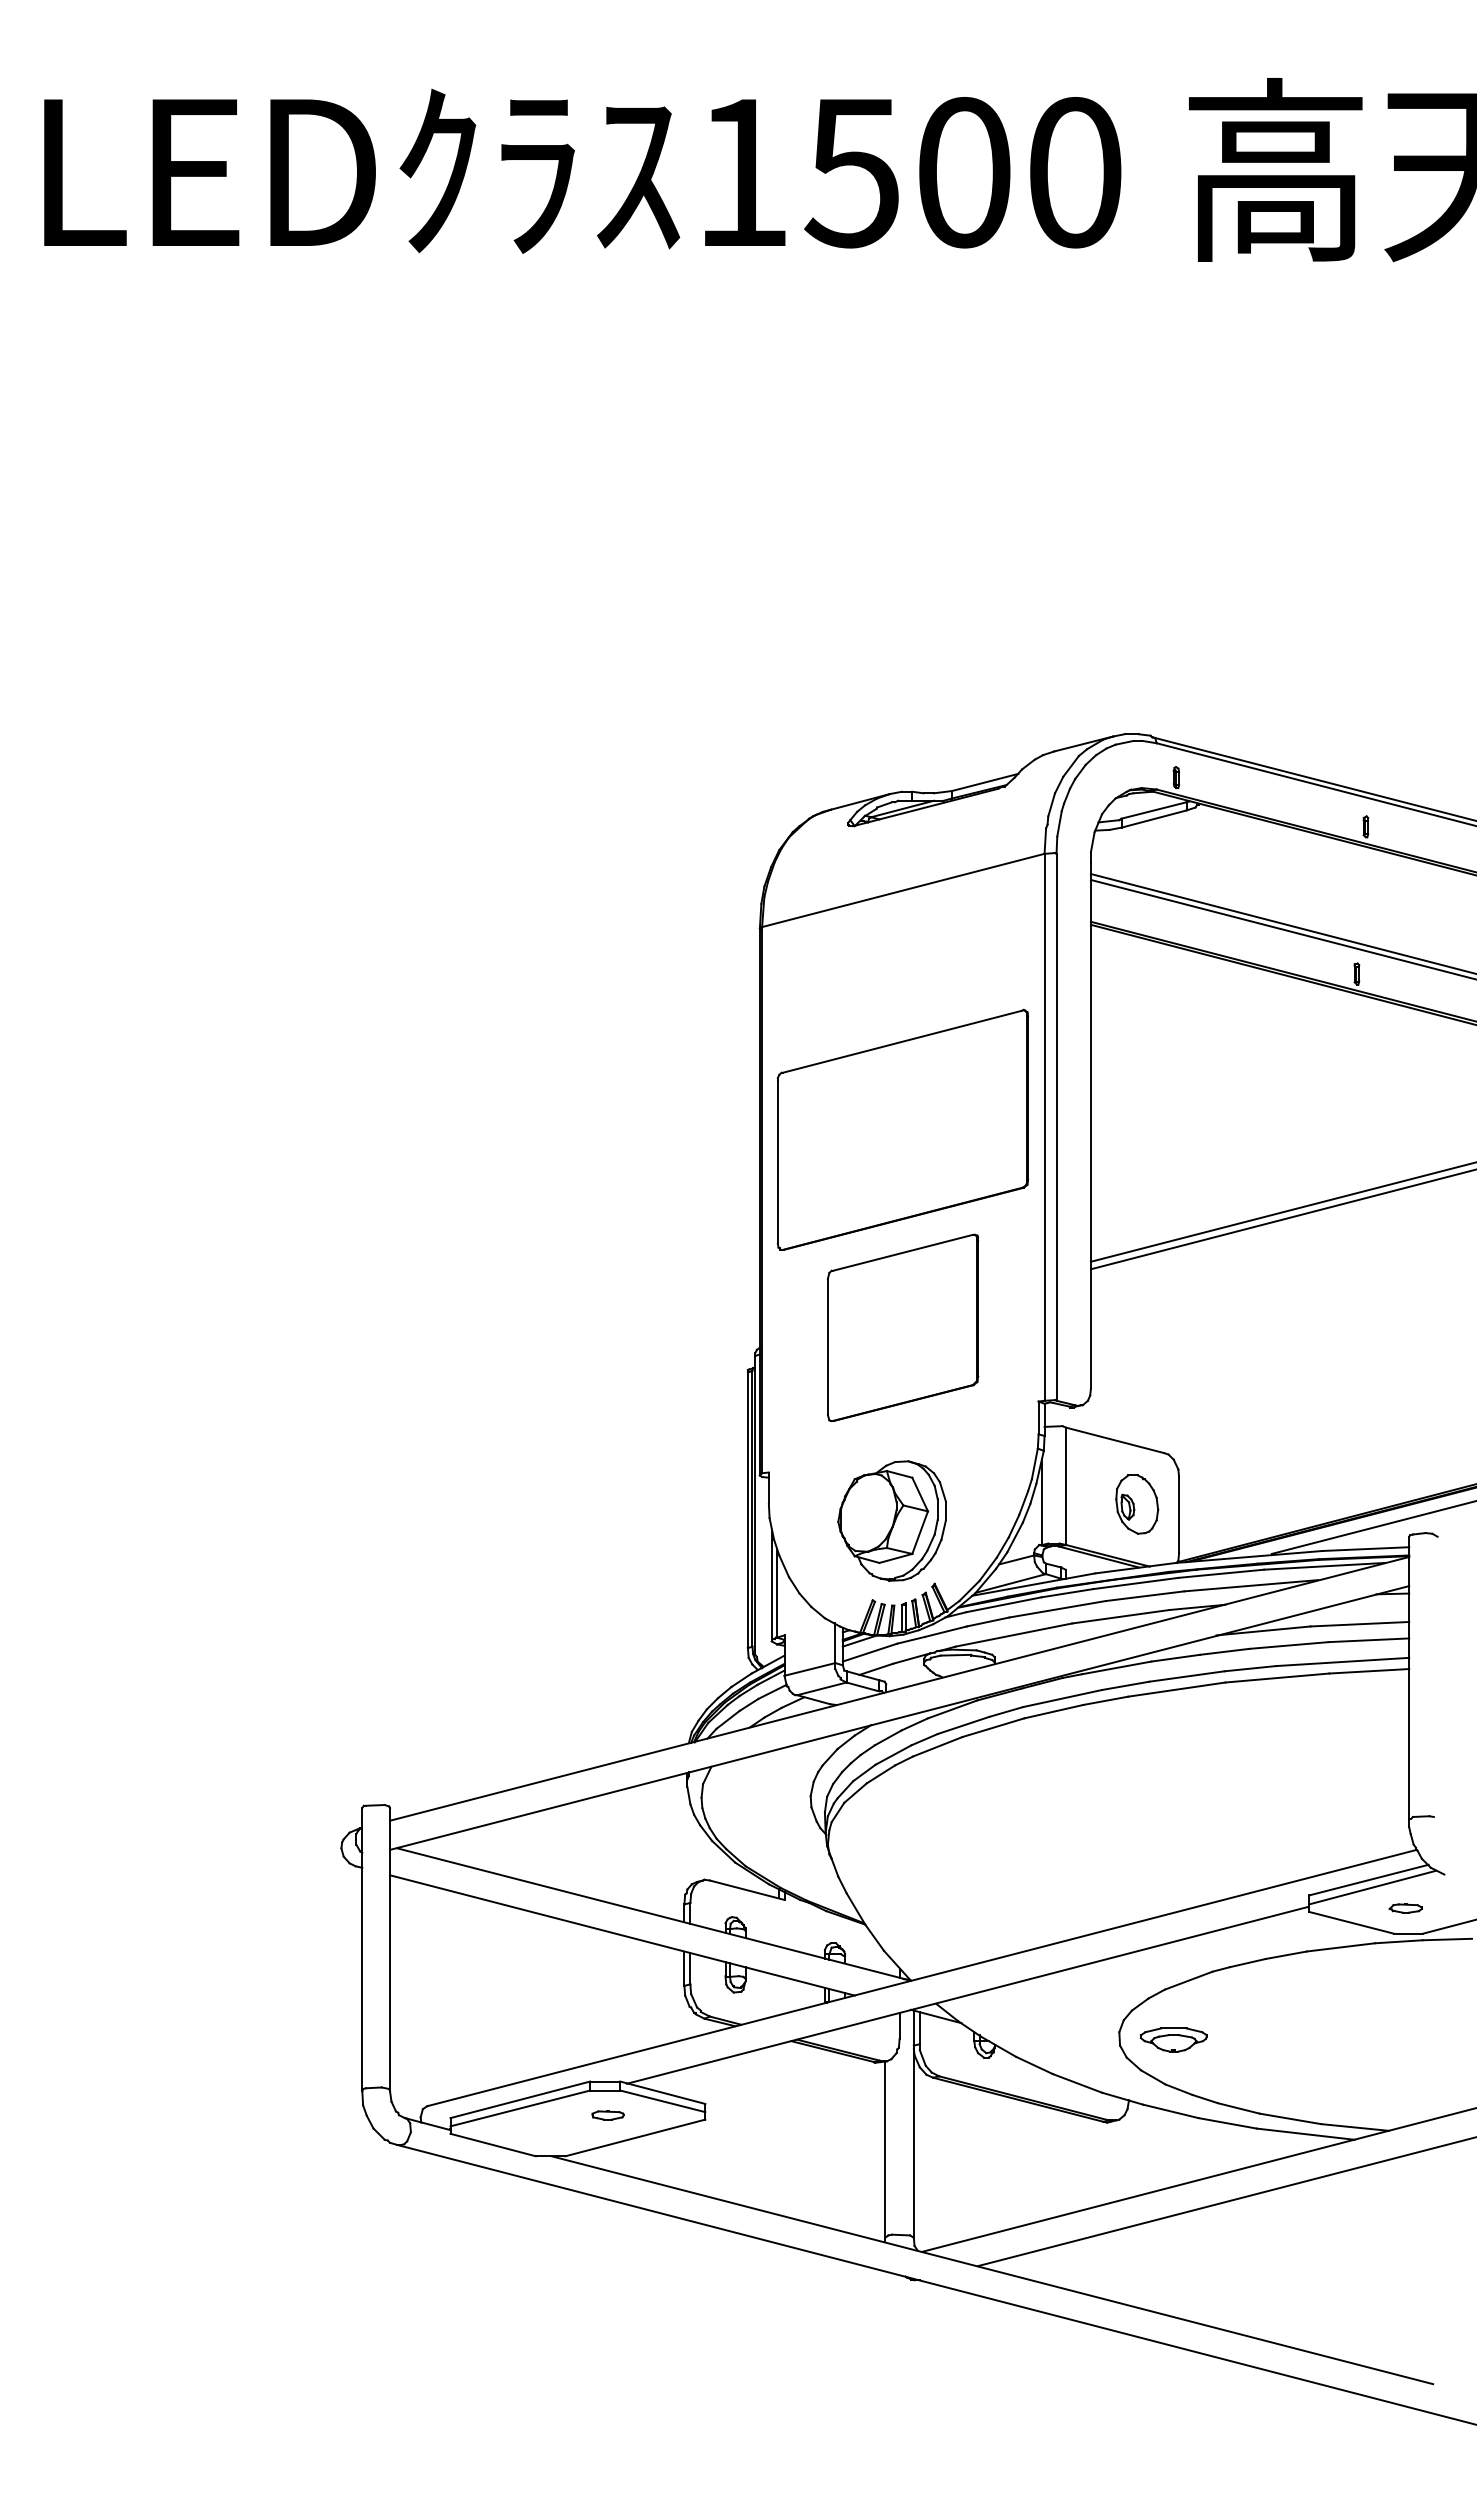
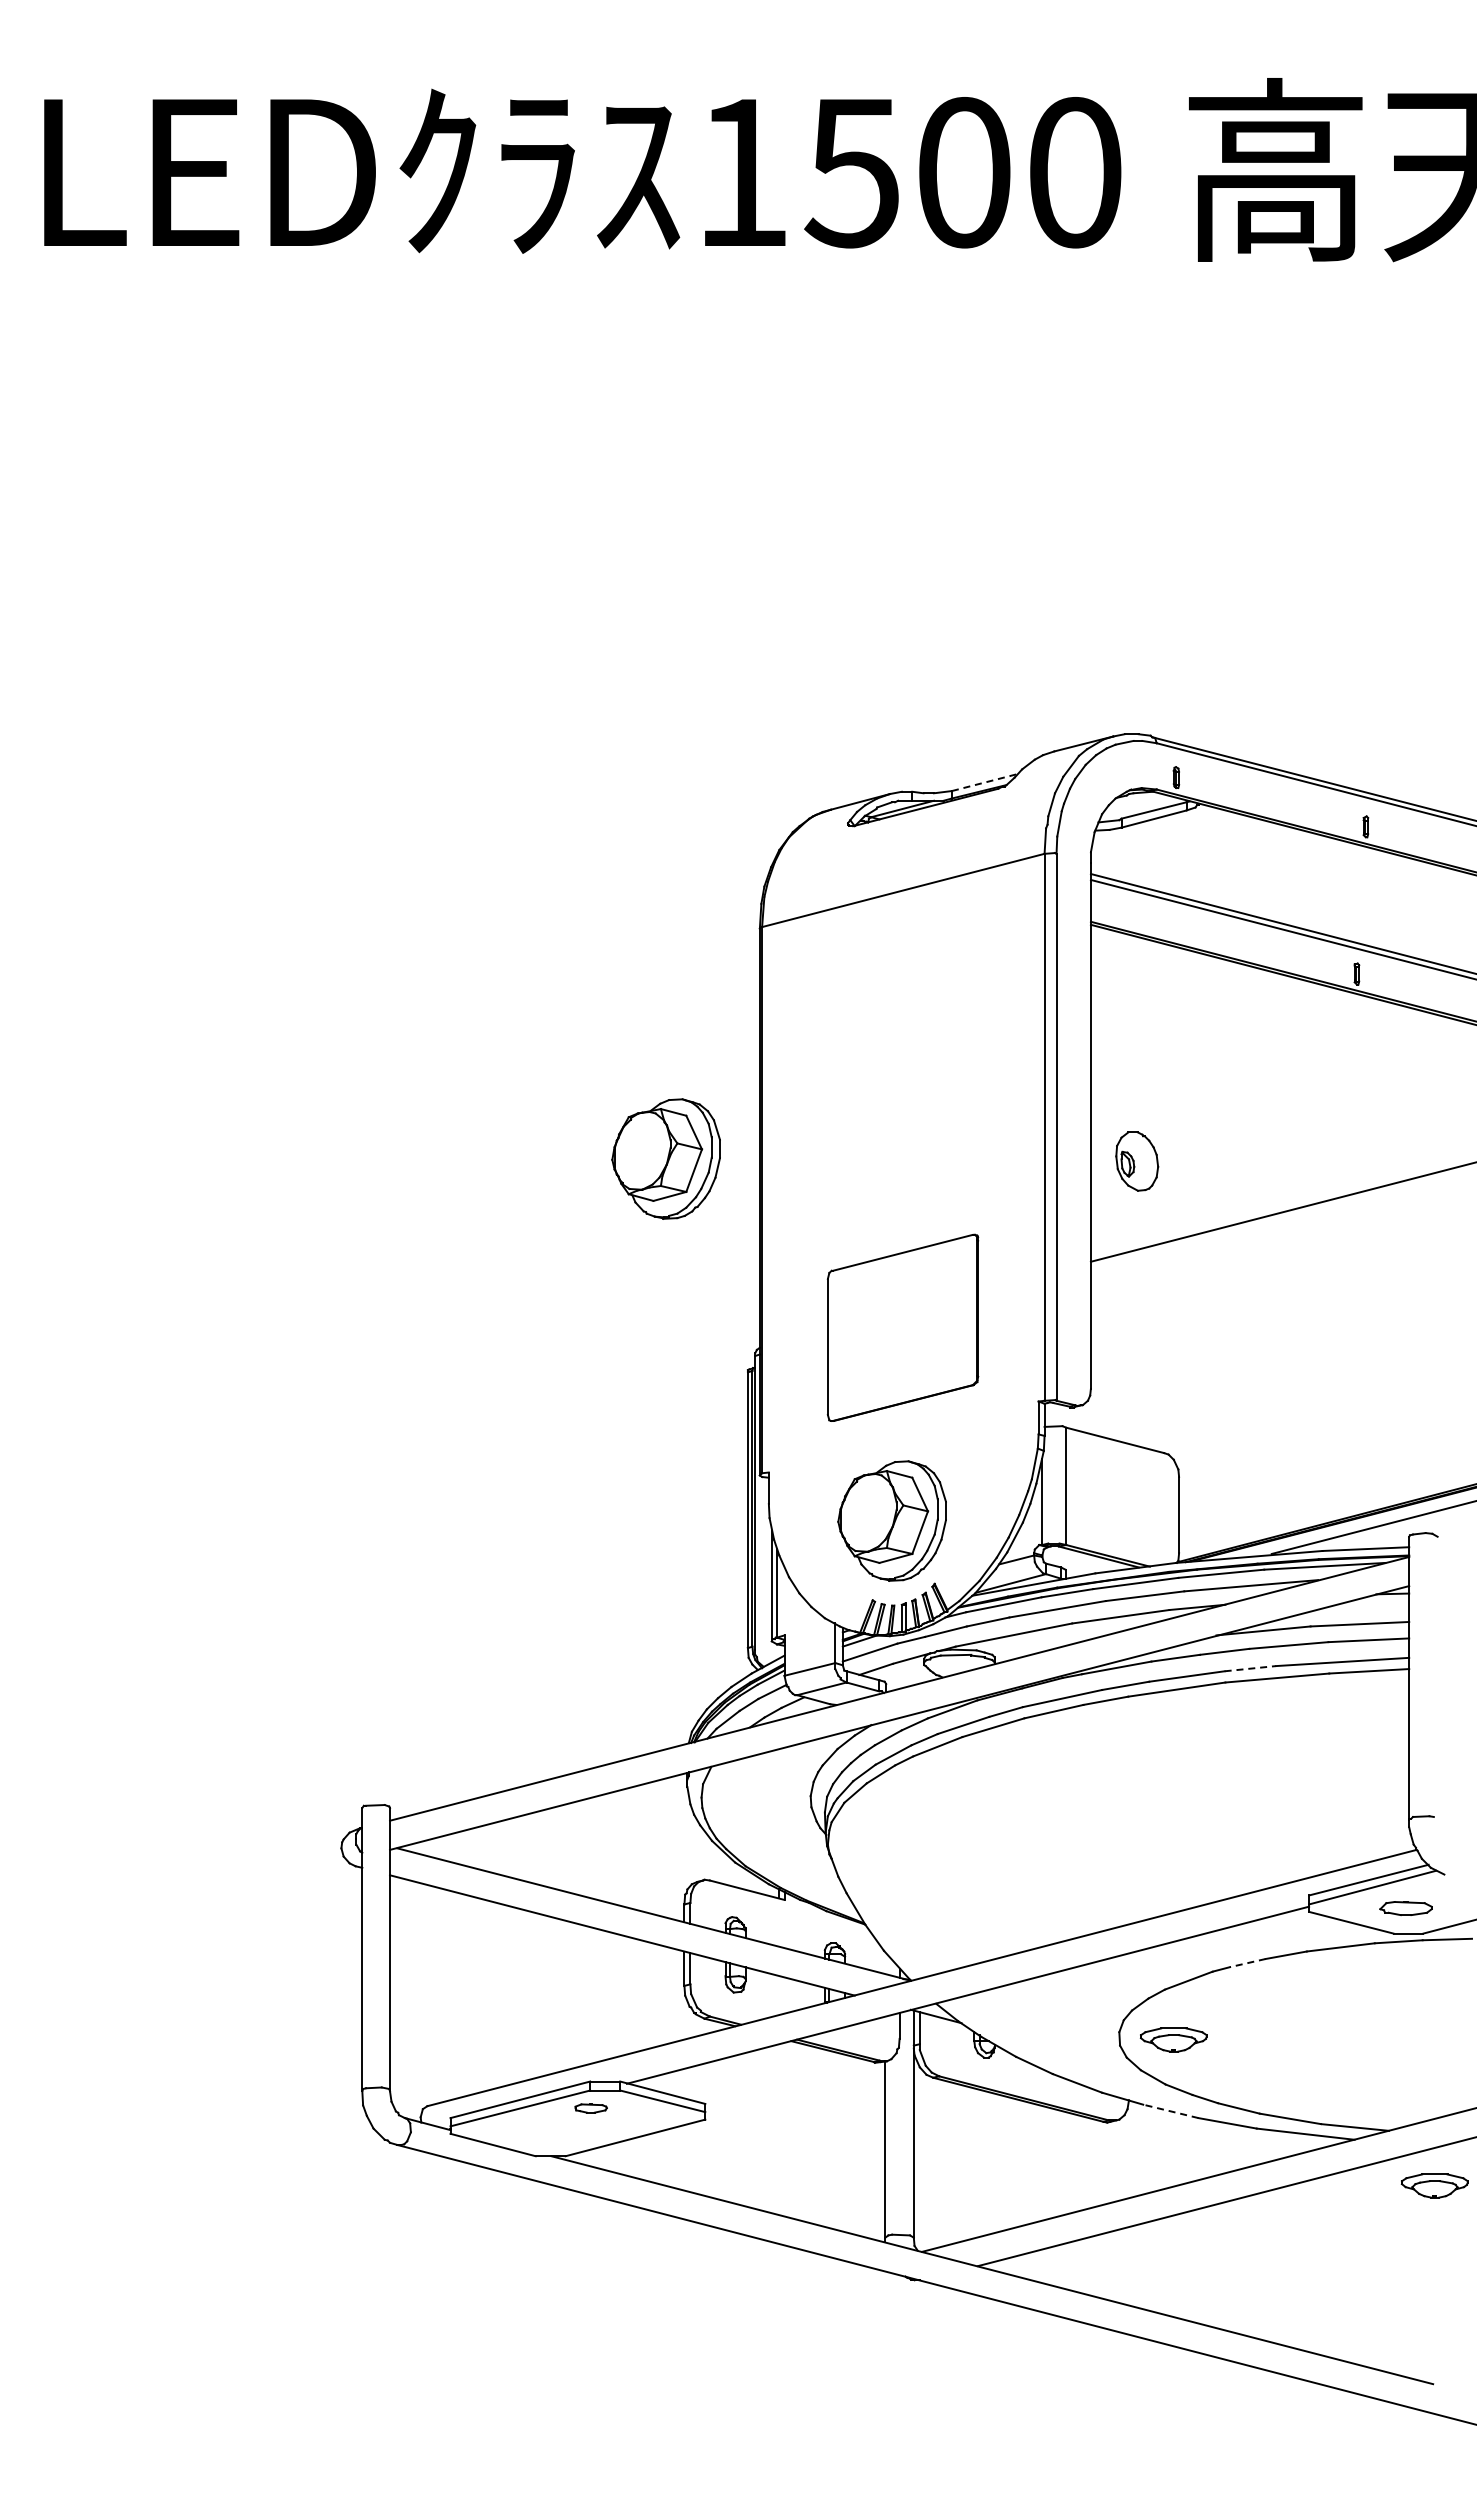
line at (985, 782): solid -> dashed
part at (902, 1129): present -> none
part at (665, 1158): none -> present
line at (1281, 1219): present -> none
part at (1137, 1504) position: (1137, 1504) -> (1137, 1161)
line at (1250, 1668): solid -> dashed
part at (1405, 1908) size: 35x11 px -> 54x15 px
line at (1247, 1963): solid -> dashed
line at (1170, 2111): solid -> dashed
part at (607, 2115) position: (607, 2115) -> (590, 2108)
part at (1434, 2185): none -> present
